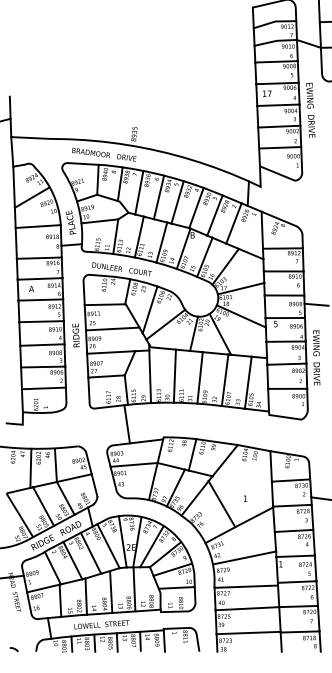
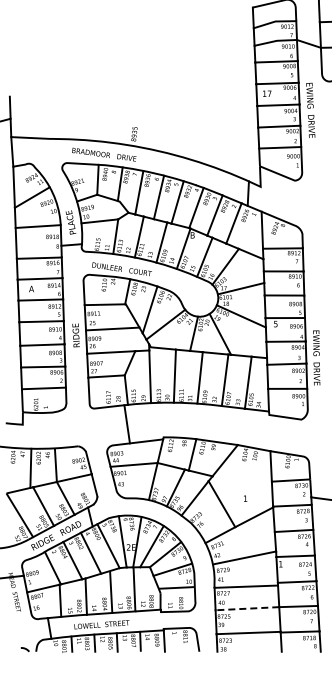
line at (316, 304): present -> none
line at (247, 608): solid -> dashed
curve at (13, 649) position: (13, 649) -> (24, 649)
